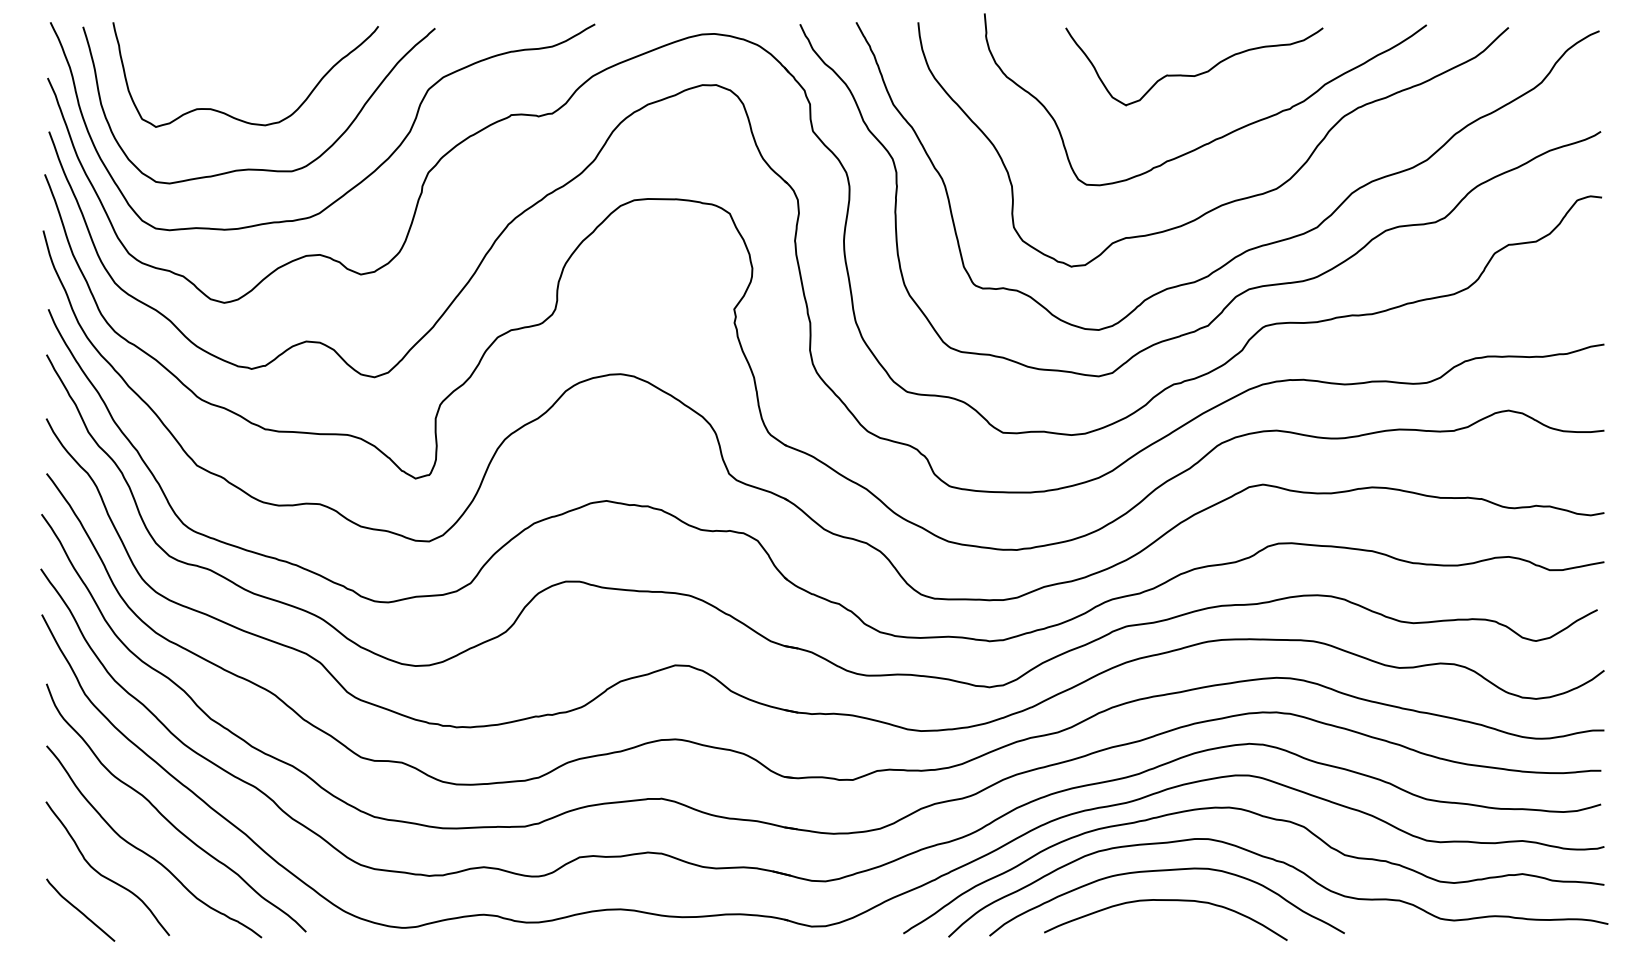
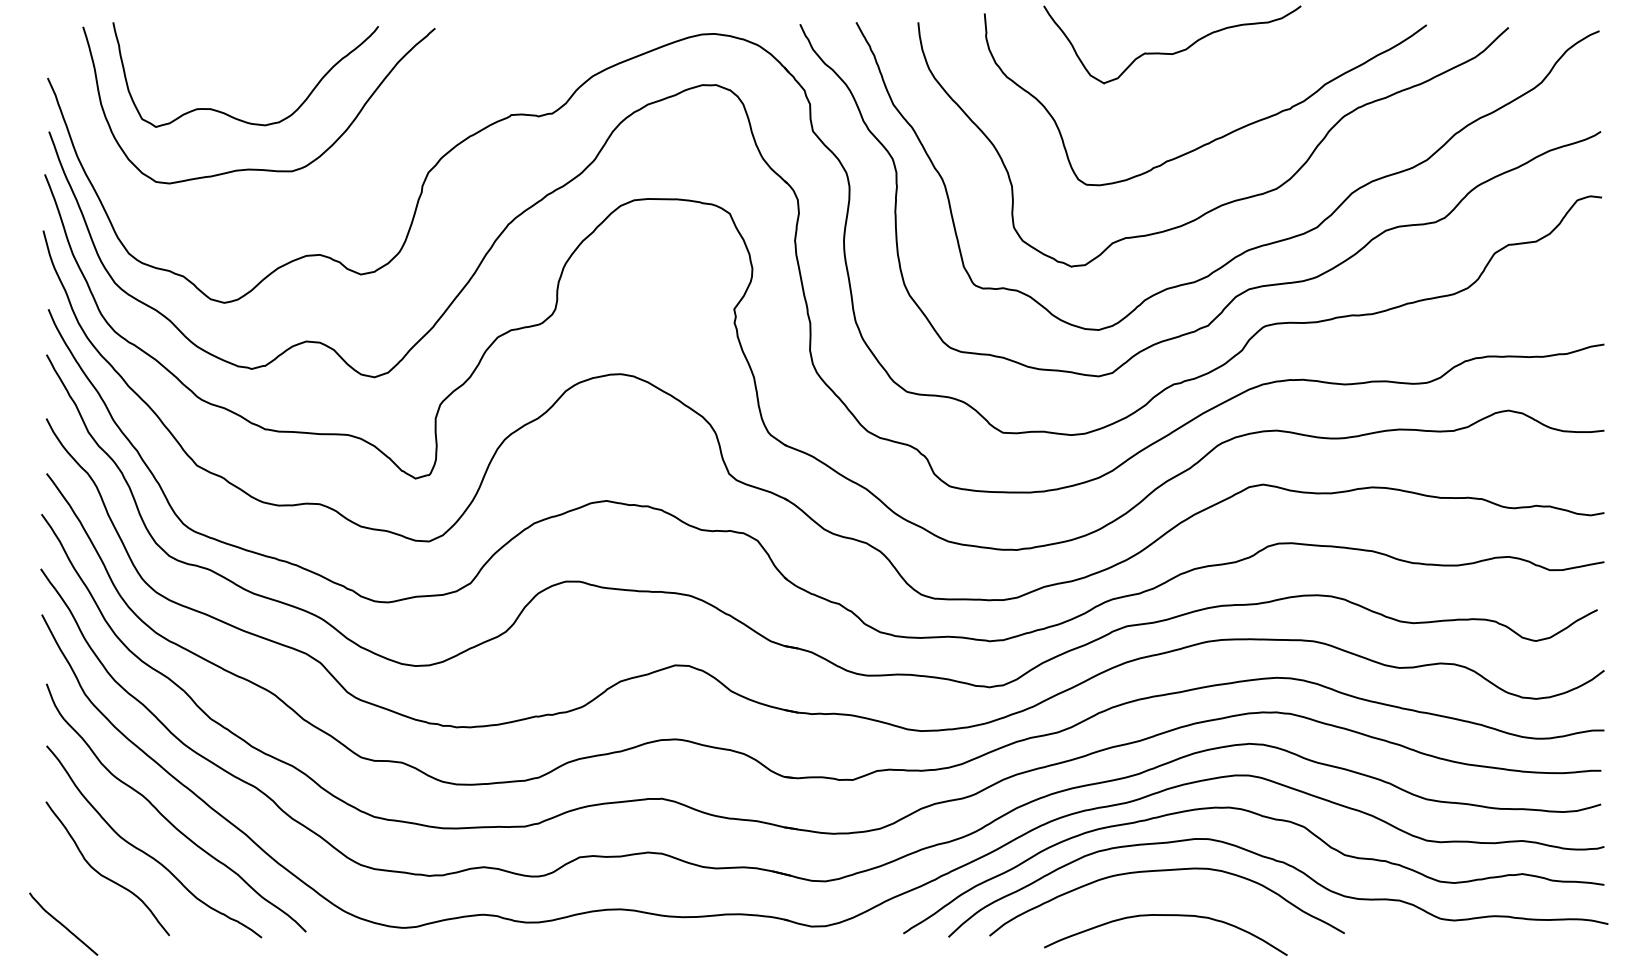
curve at (1198, 73) position: (1198, 73) -> (1176, 51)
curve at (362, 179): present -> none
curve at (1165, 900) position: (1165, 900) -> (1165, 915)
curve at (79, 909) position: (79, 909) -> (62, 923)
